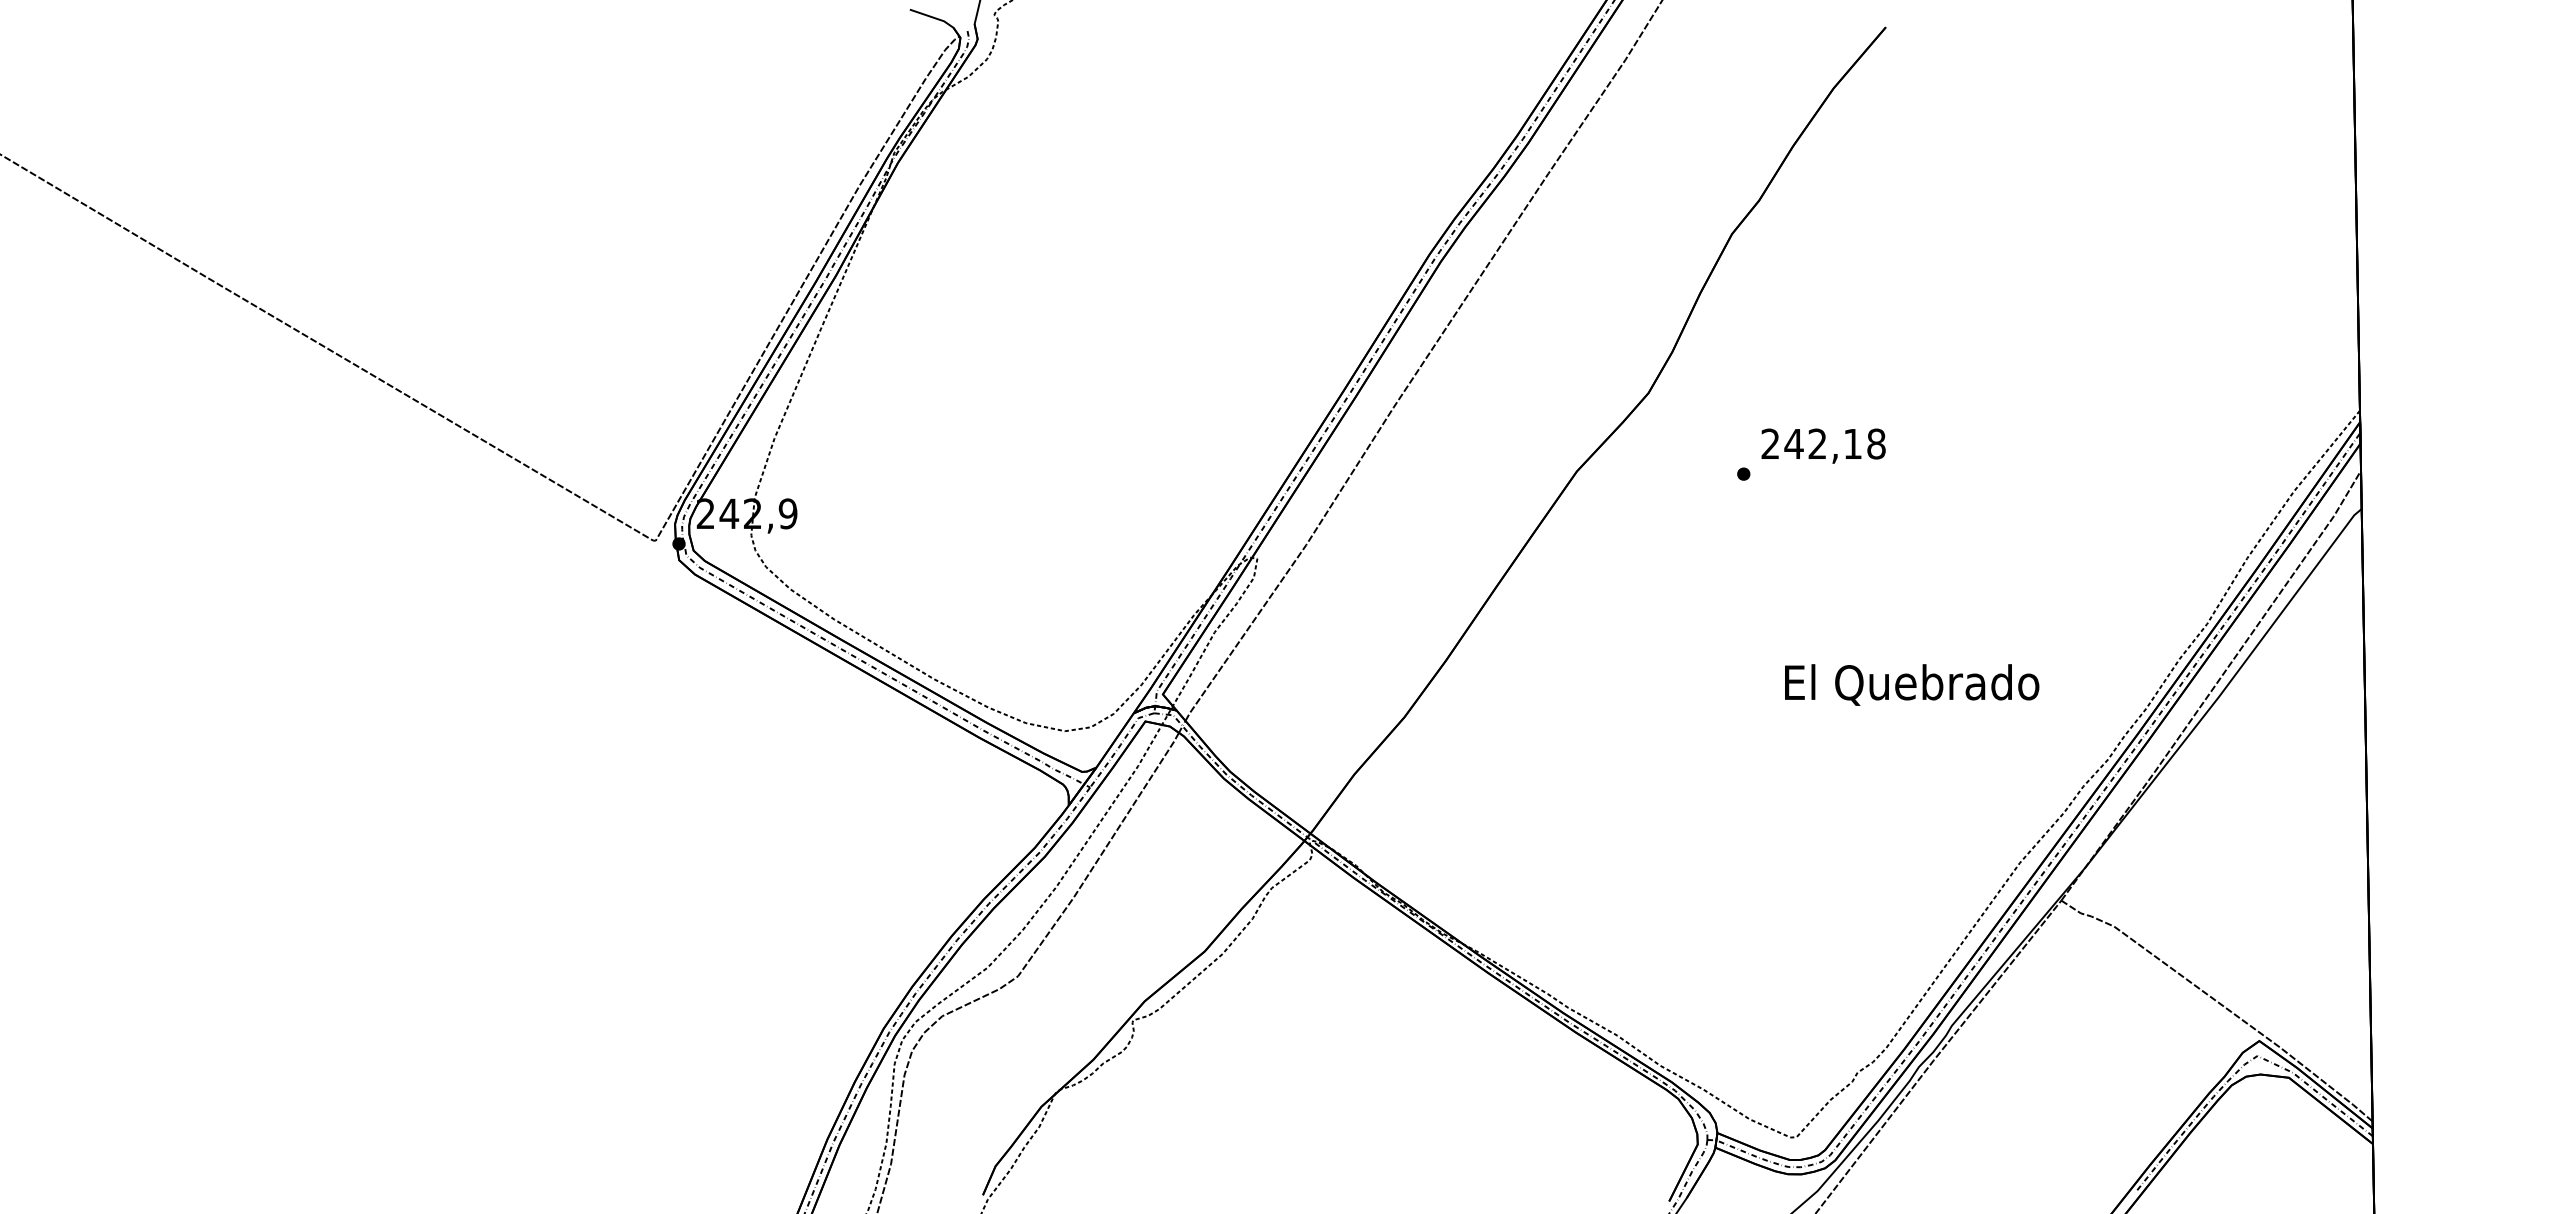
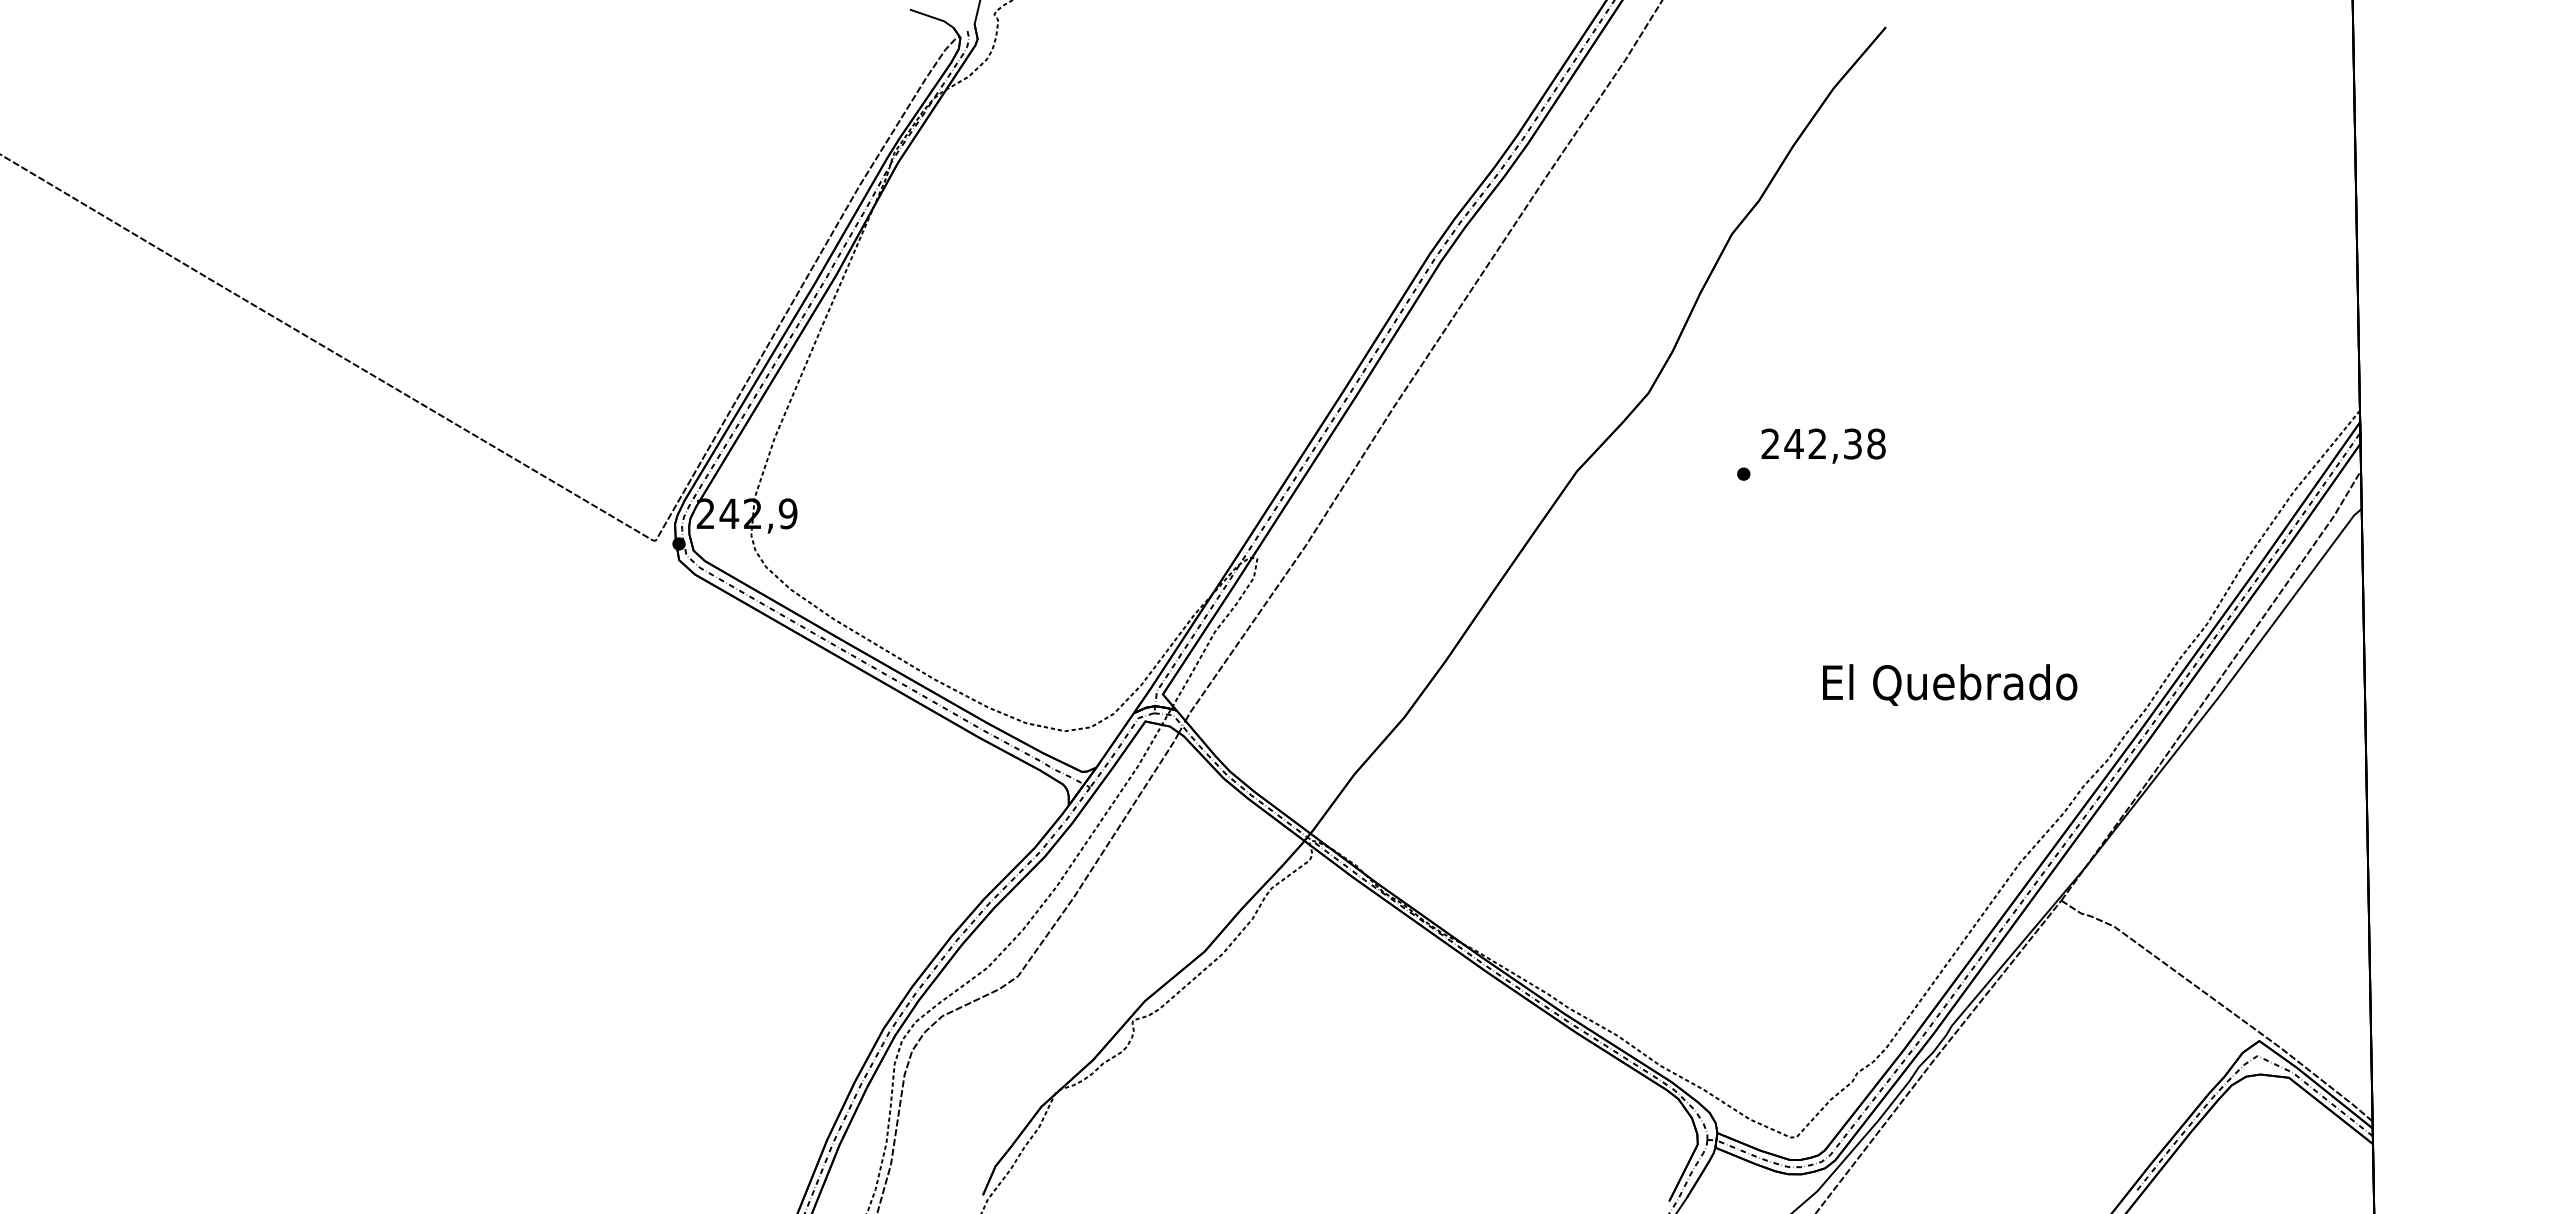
text at (1852, 443): 242,18 -> 242,38
text at (1912, 684) position: (1912, 684) -> (1950, 684)
